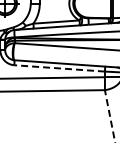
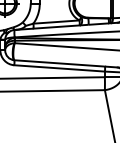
line at (59, 68): dashed -> solid
line at (110, 116): dashed -> solid
